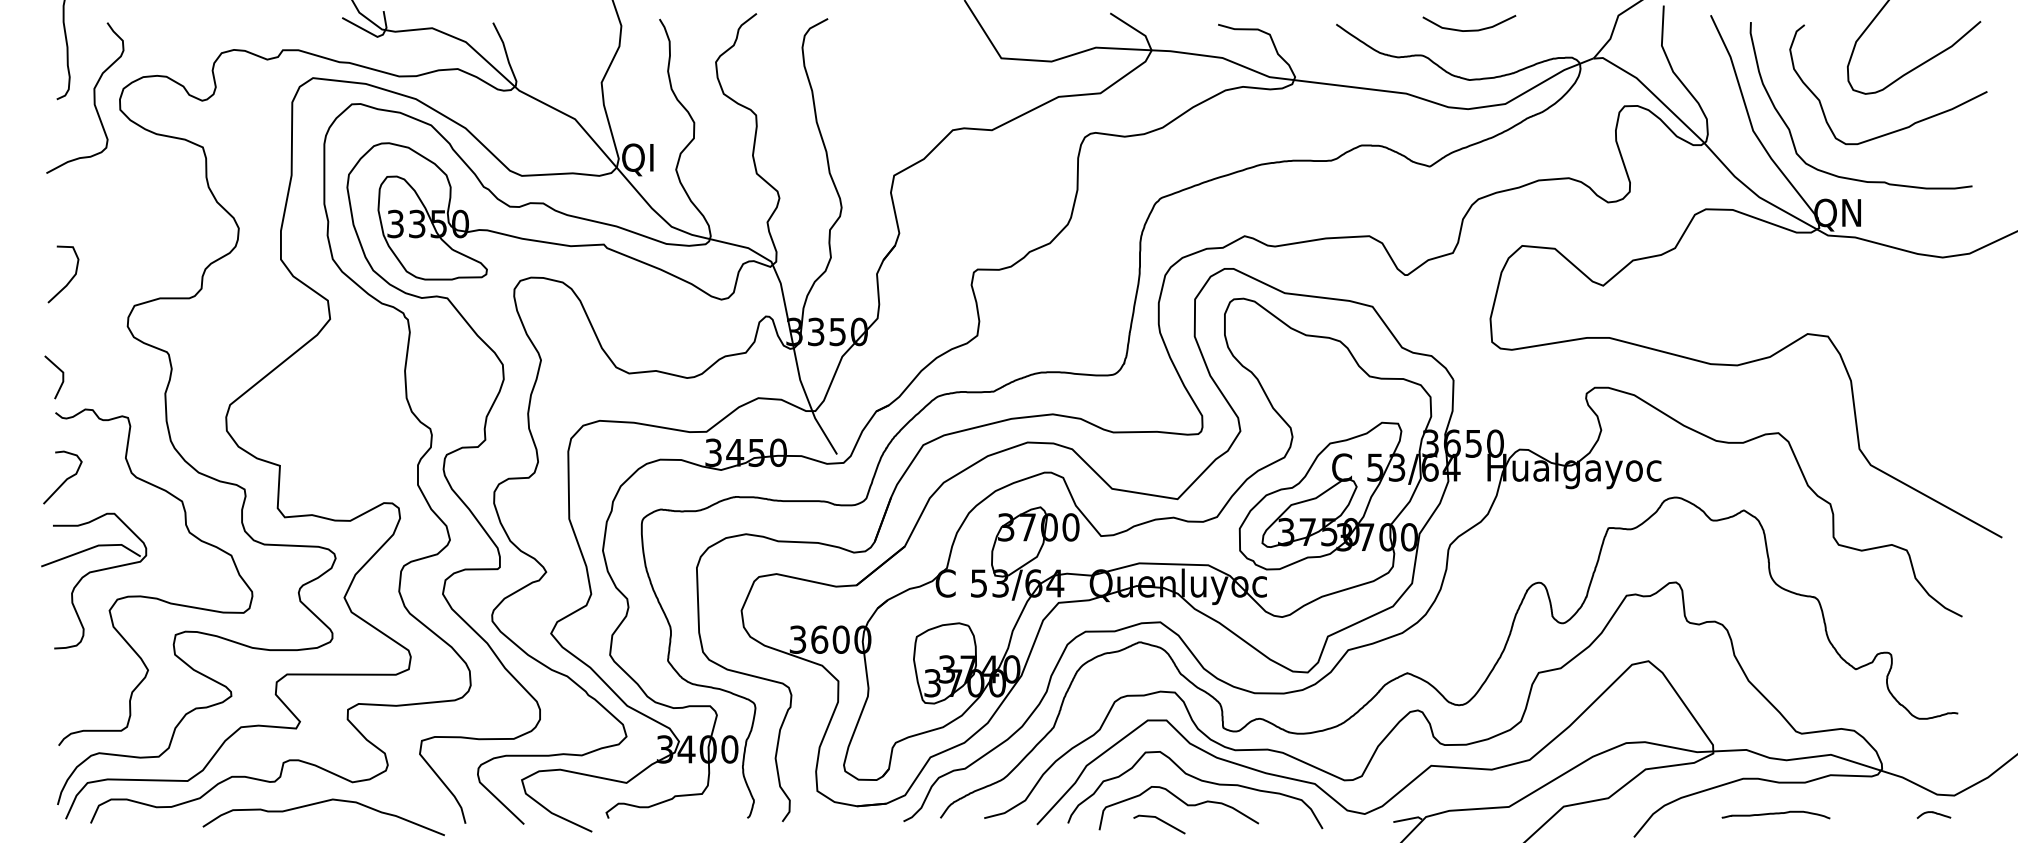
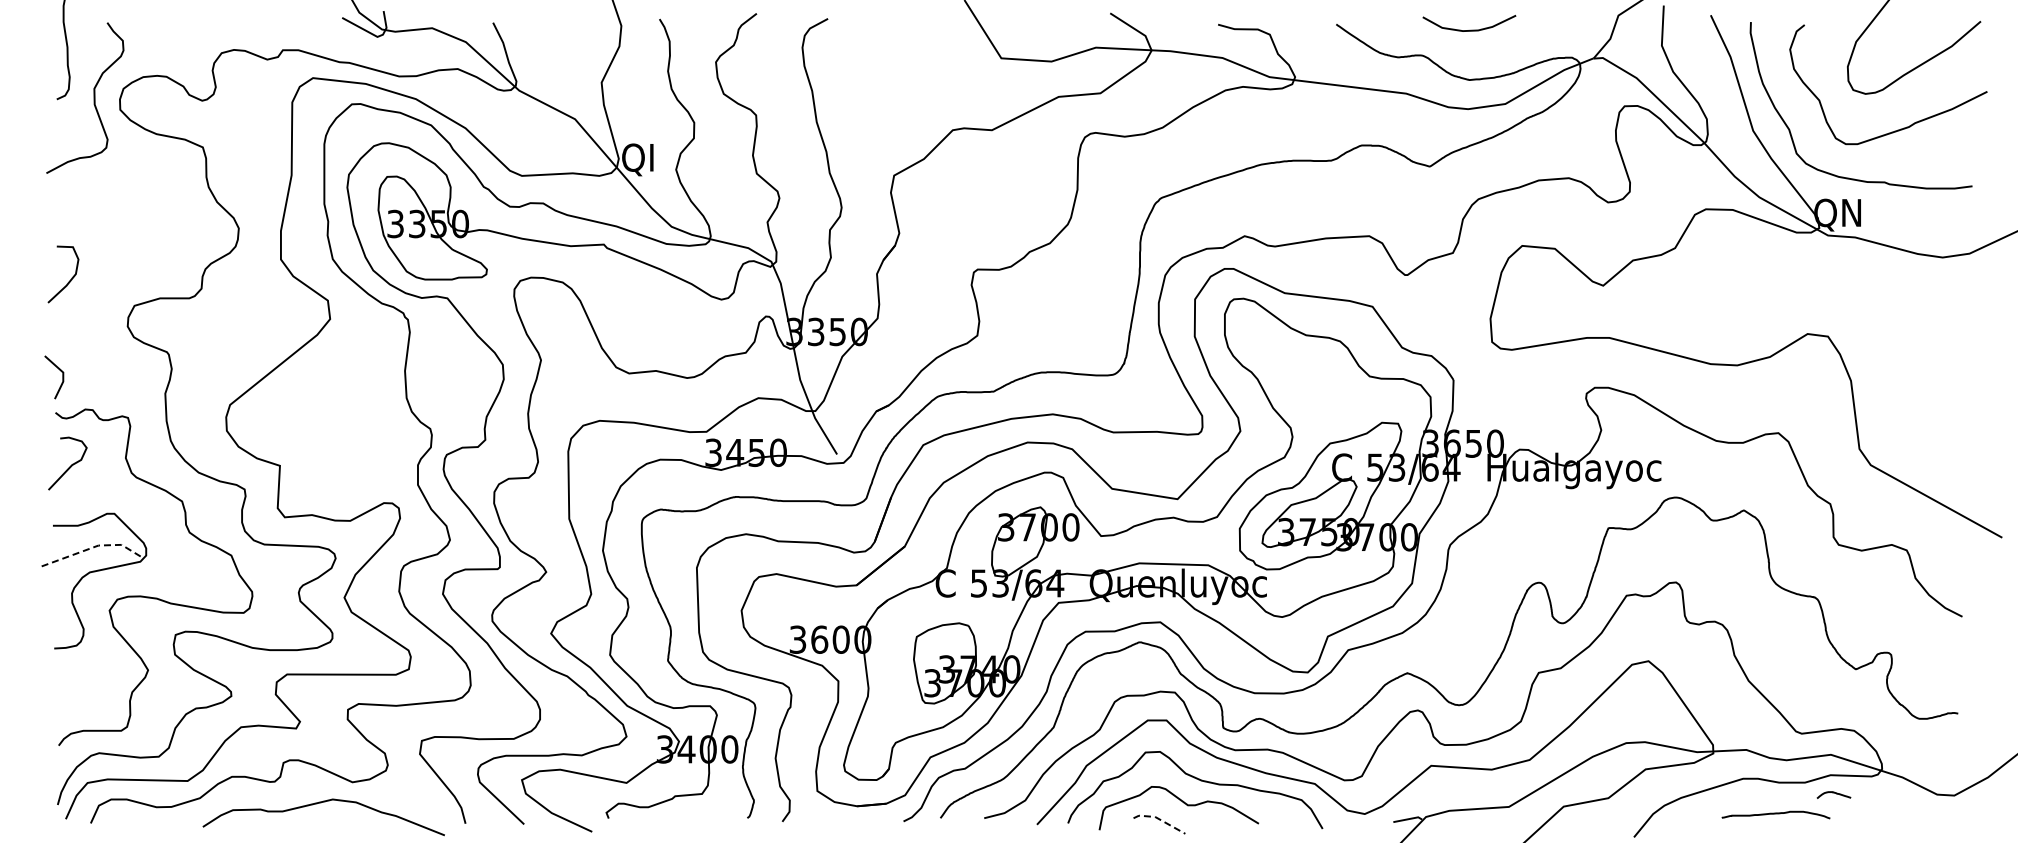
curve at (65, 479) position: (65, 479) -> (70, 465)
line at (92, 547): solid -> dashed
curve at (1933, 813) position: (1933, 813) -> (1833, 793)
line at (1159, 819): solid -> dashed
